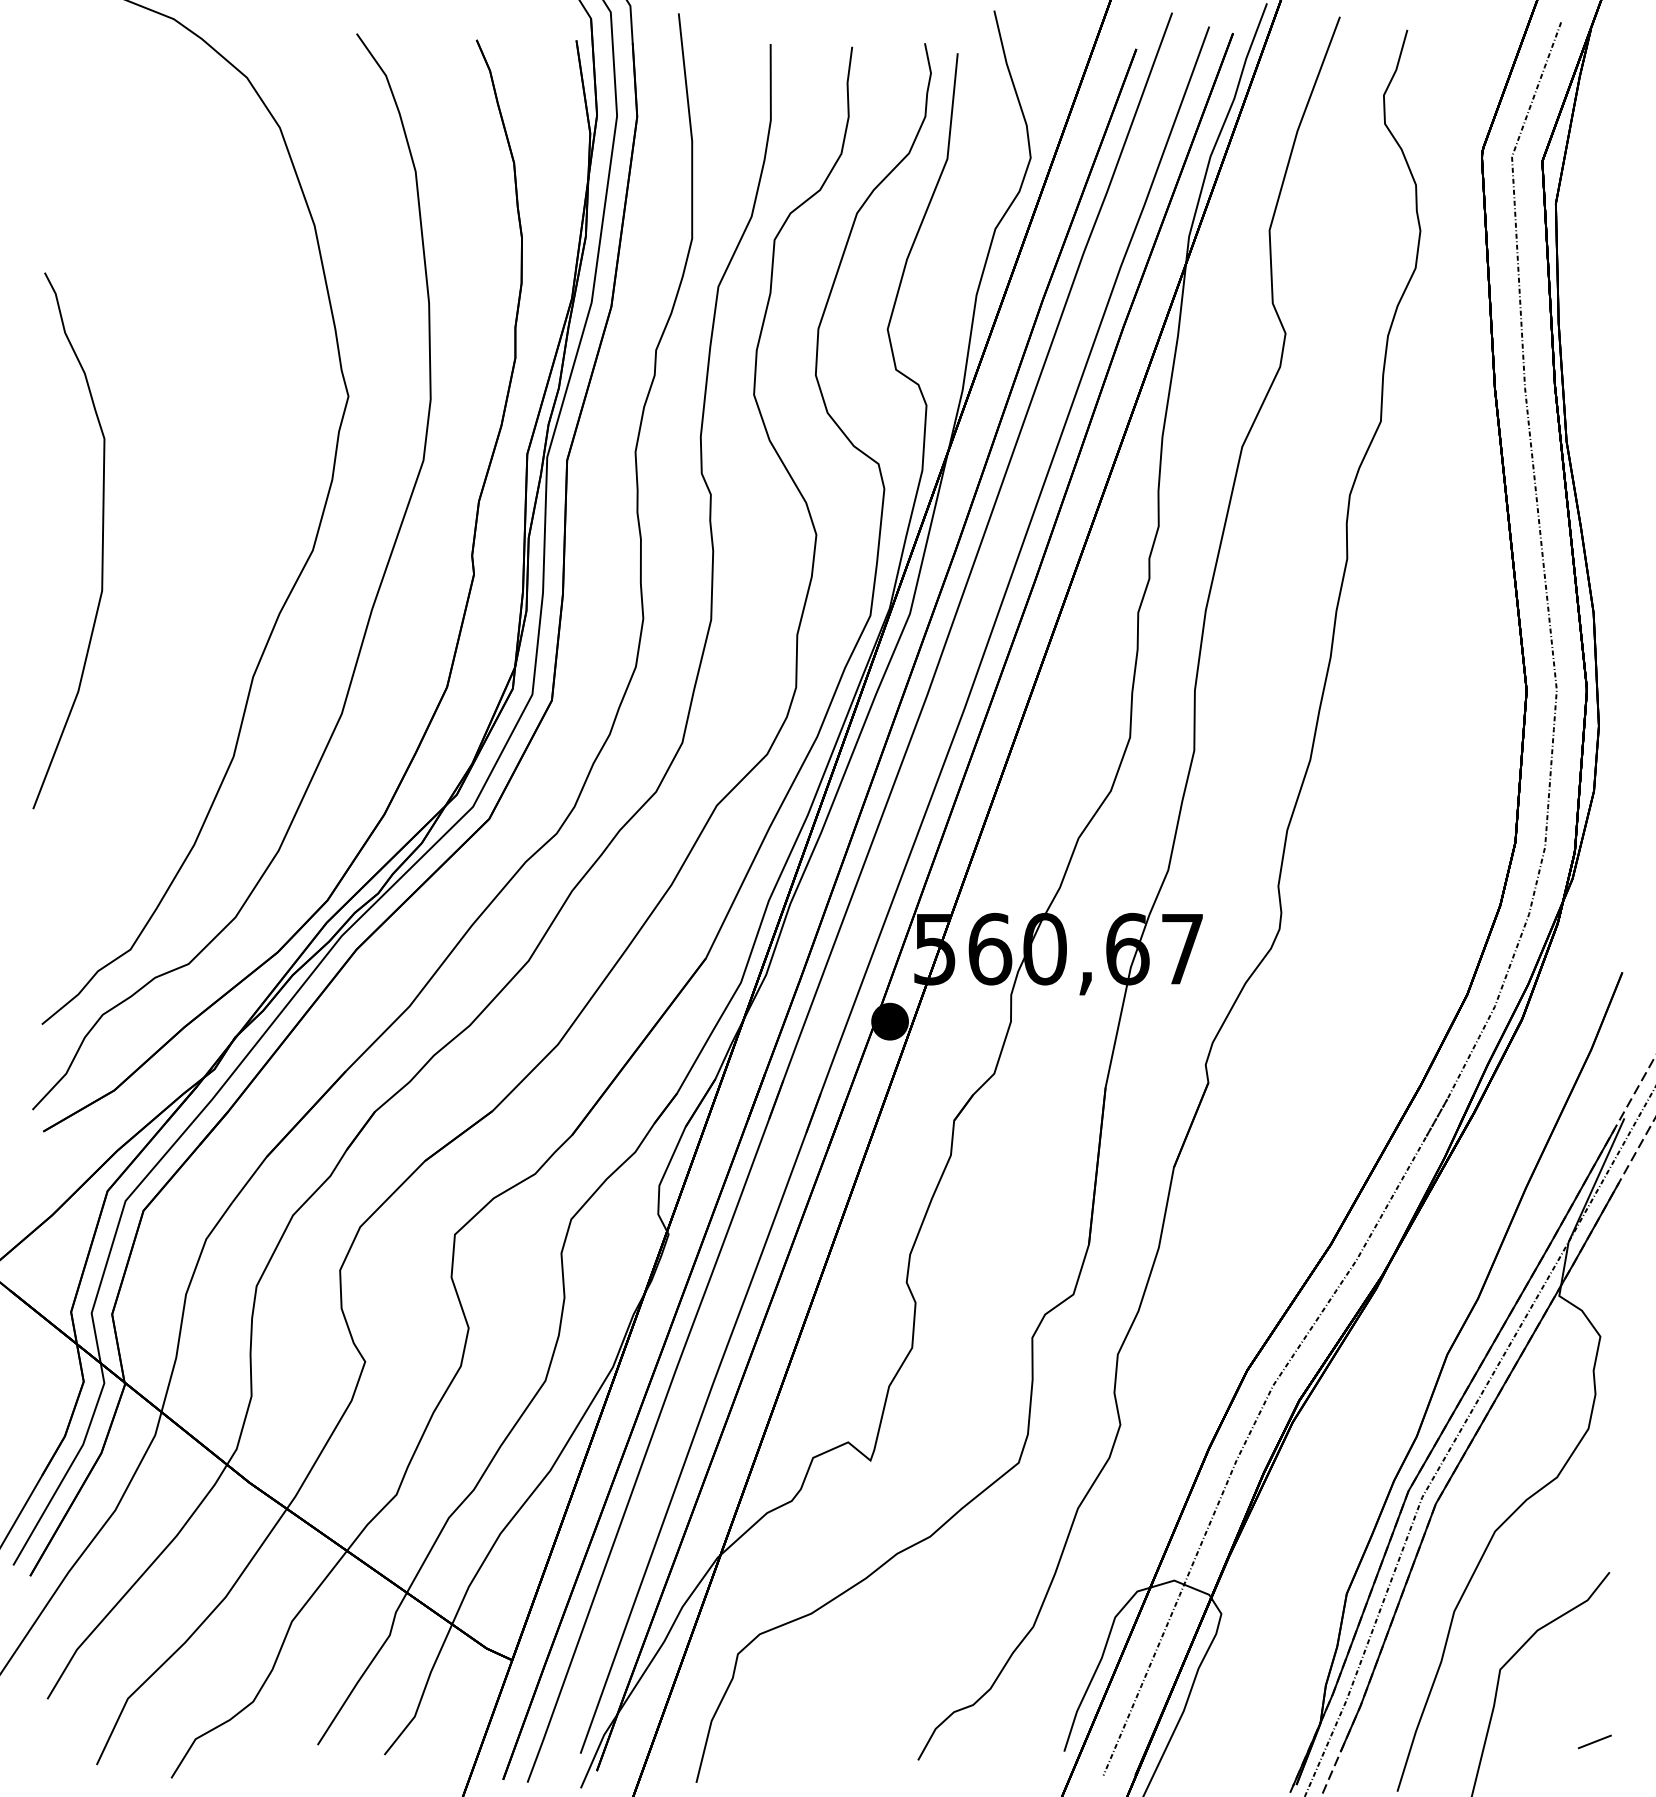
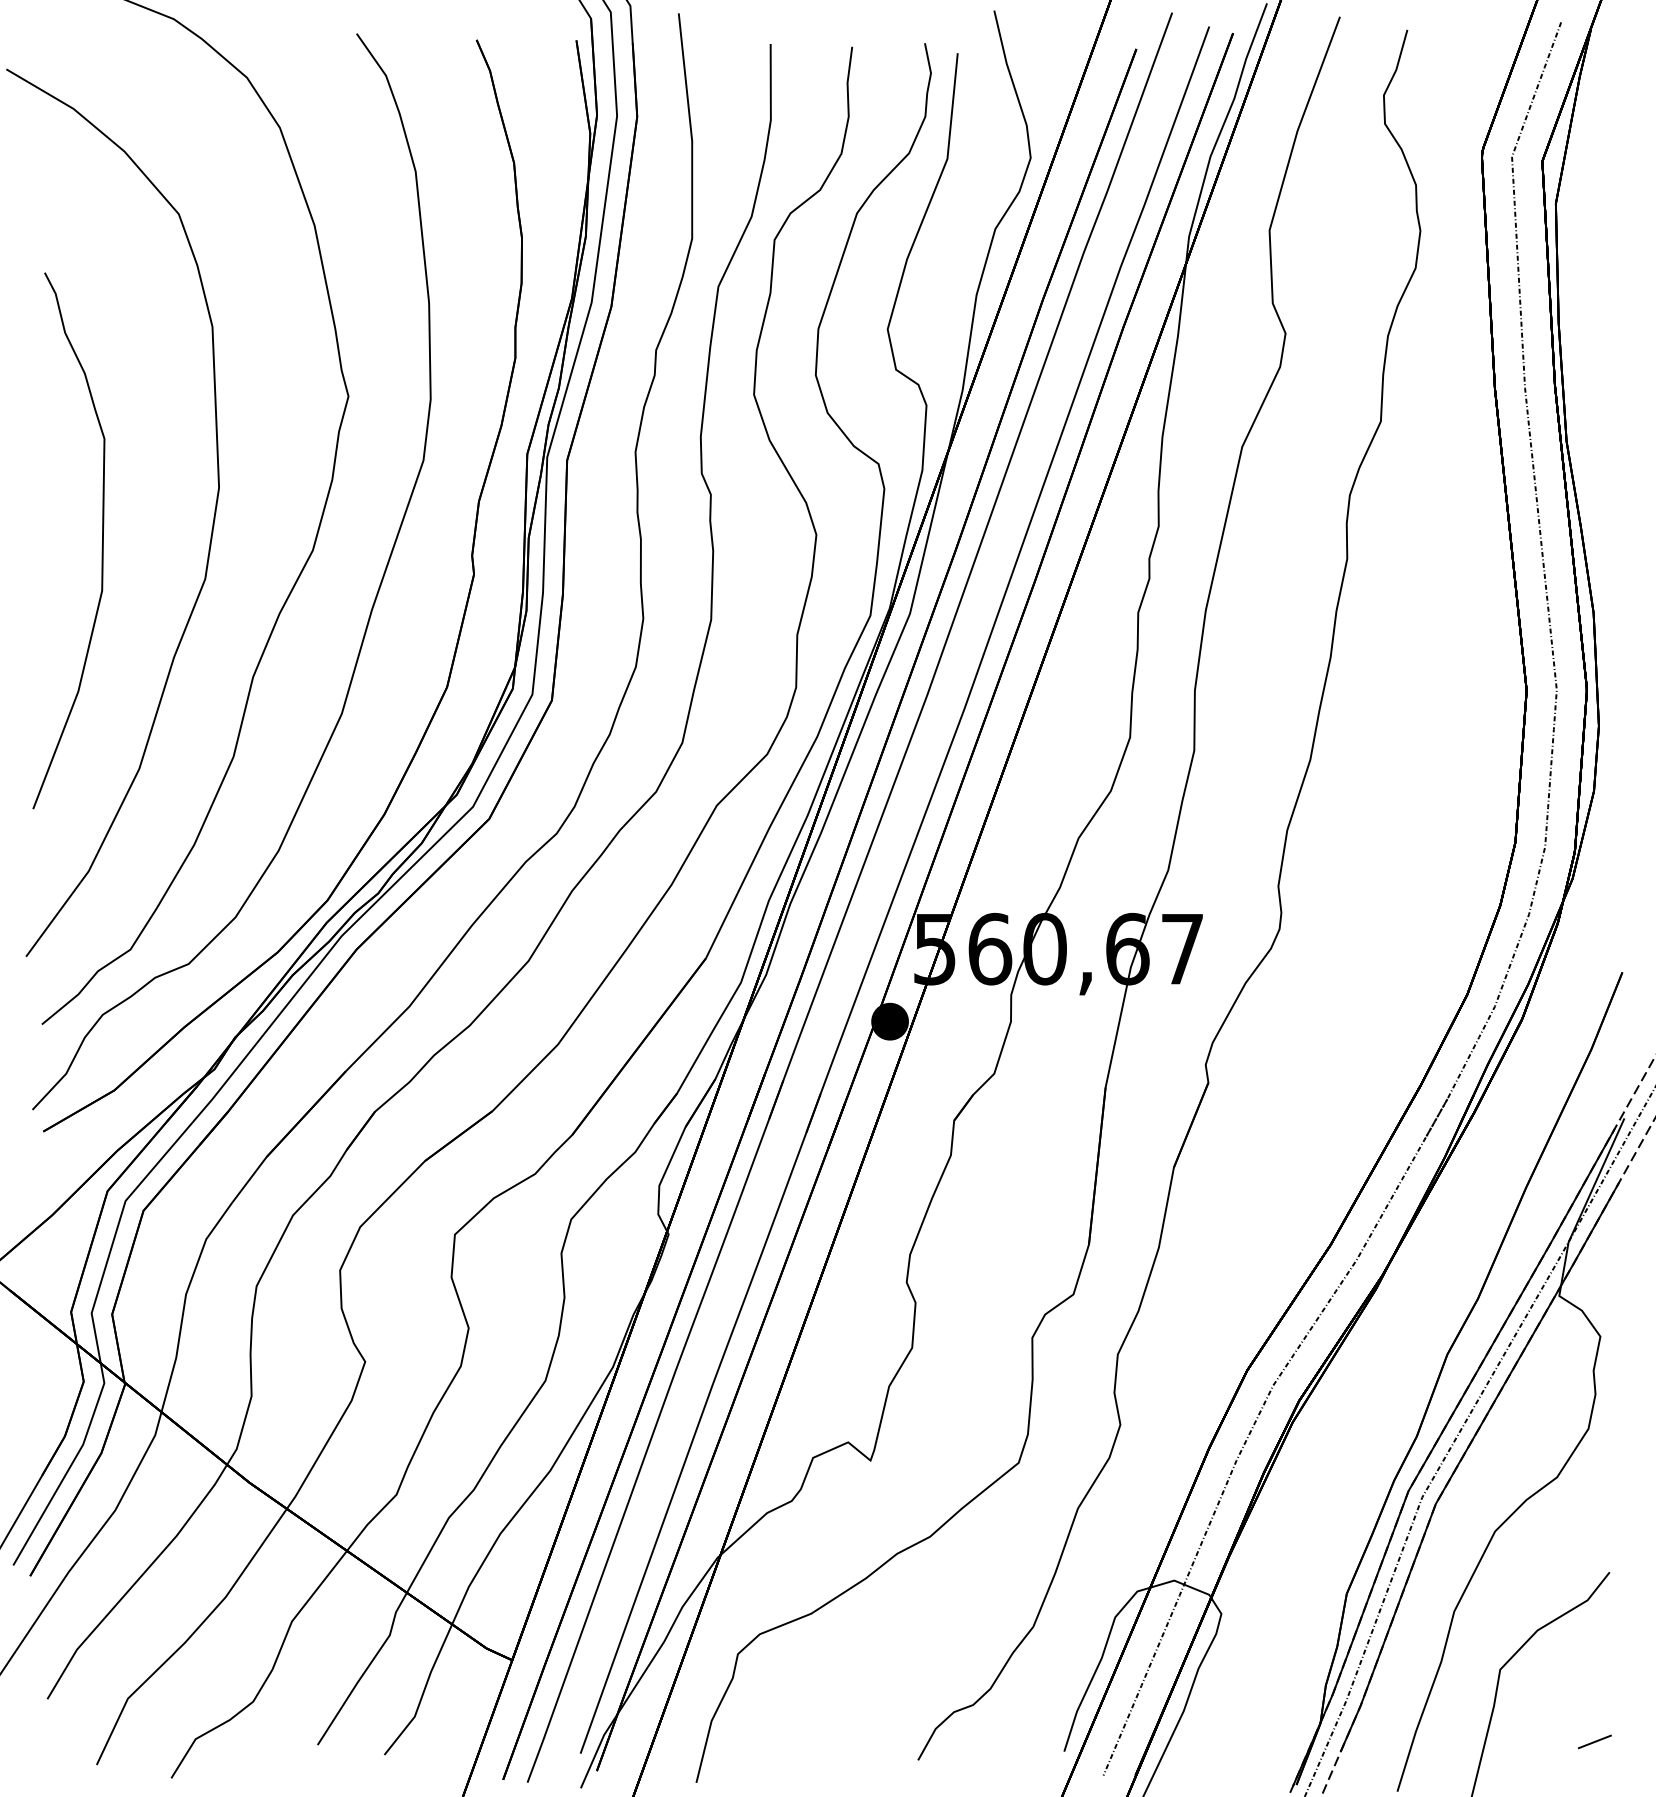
curve at (211, 529): none -> present
